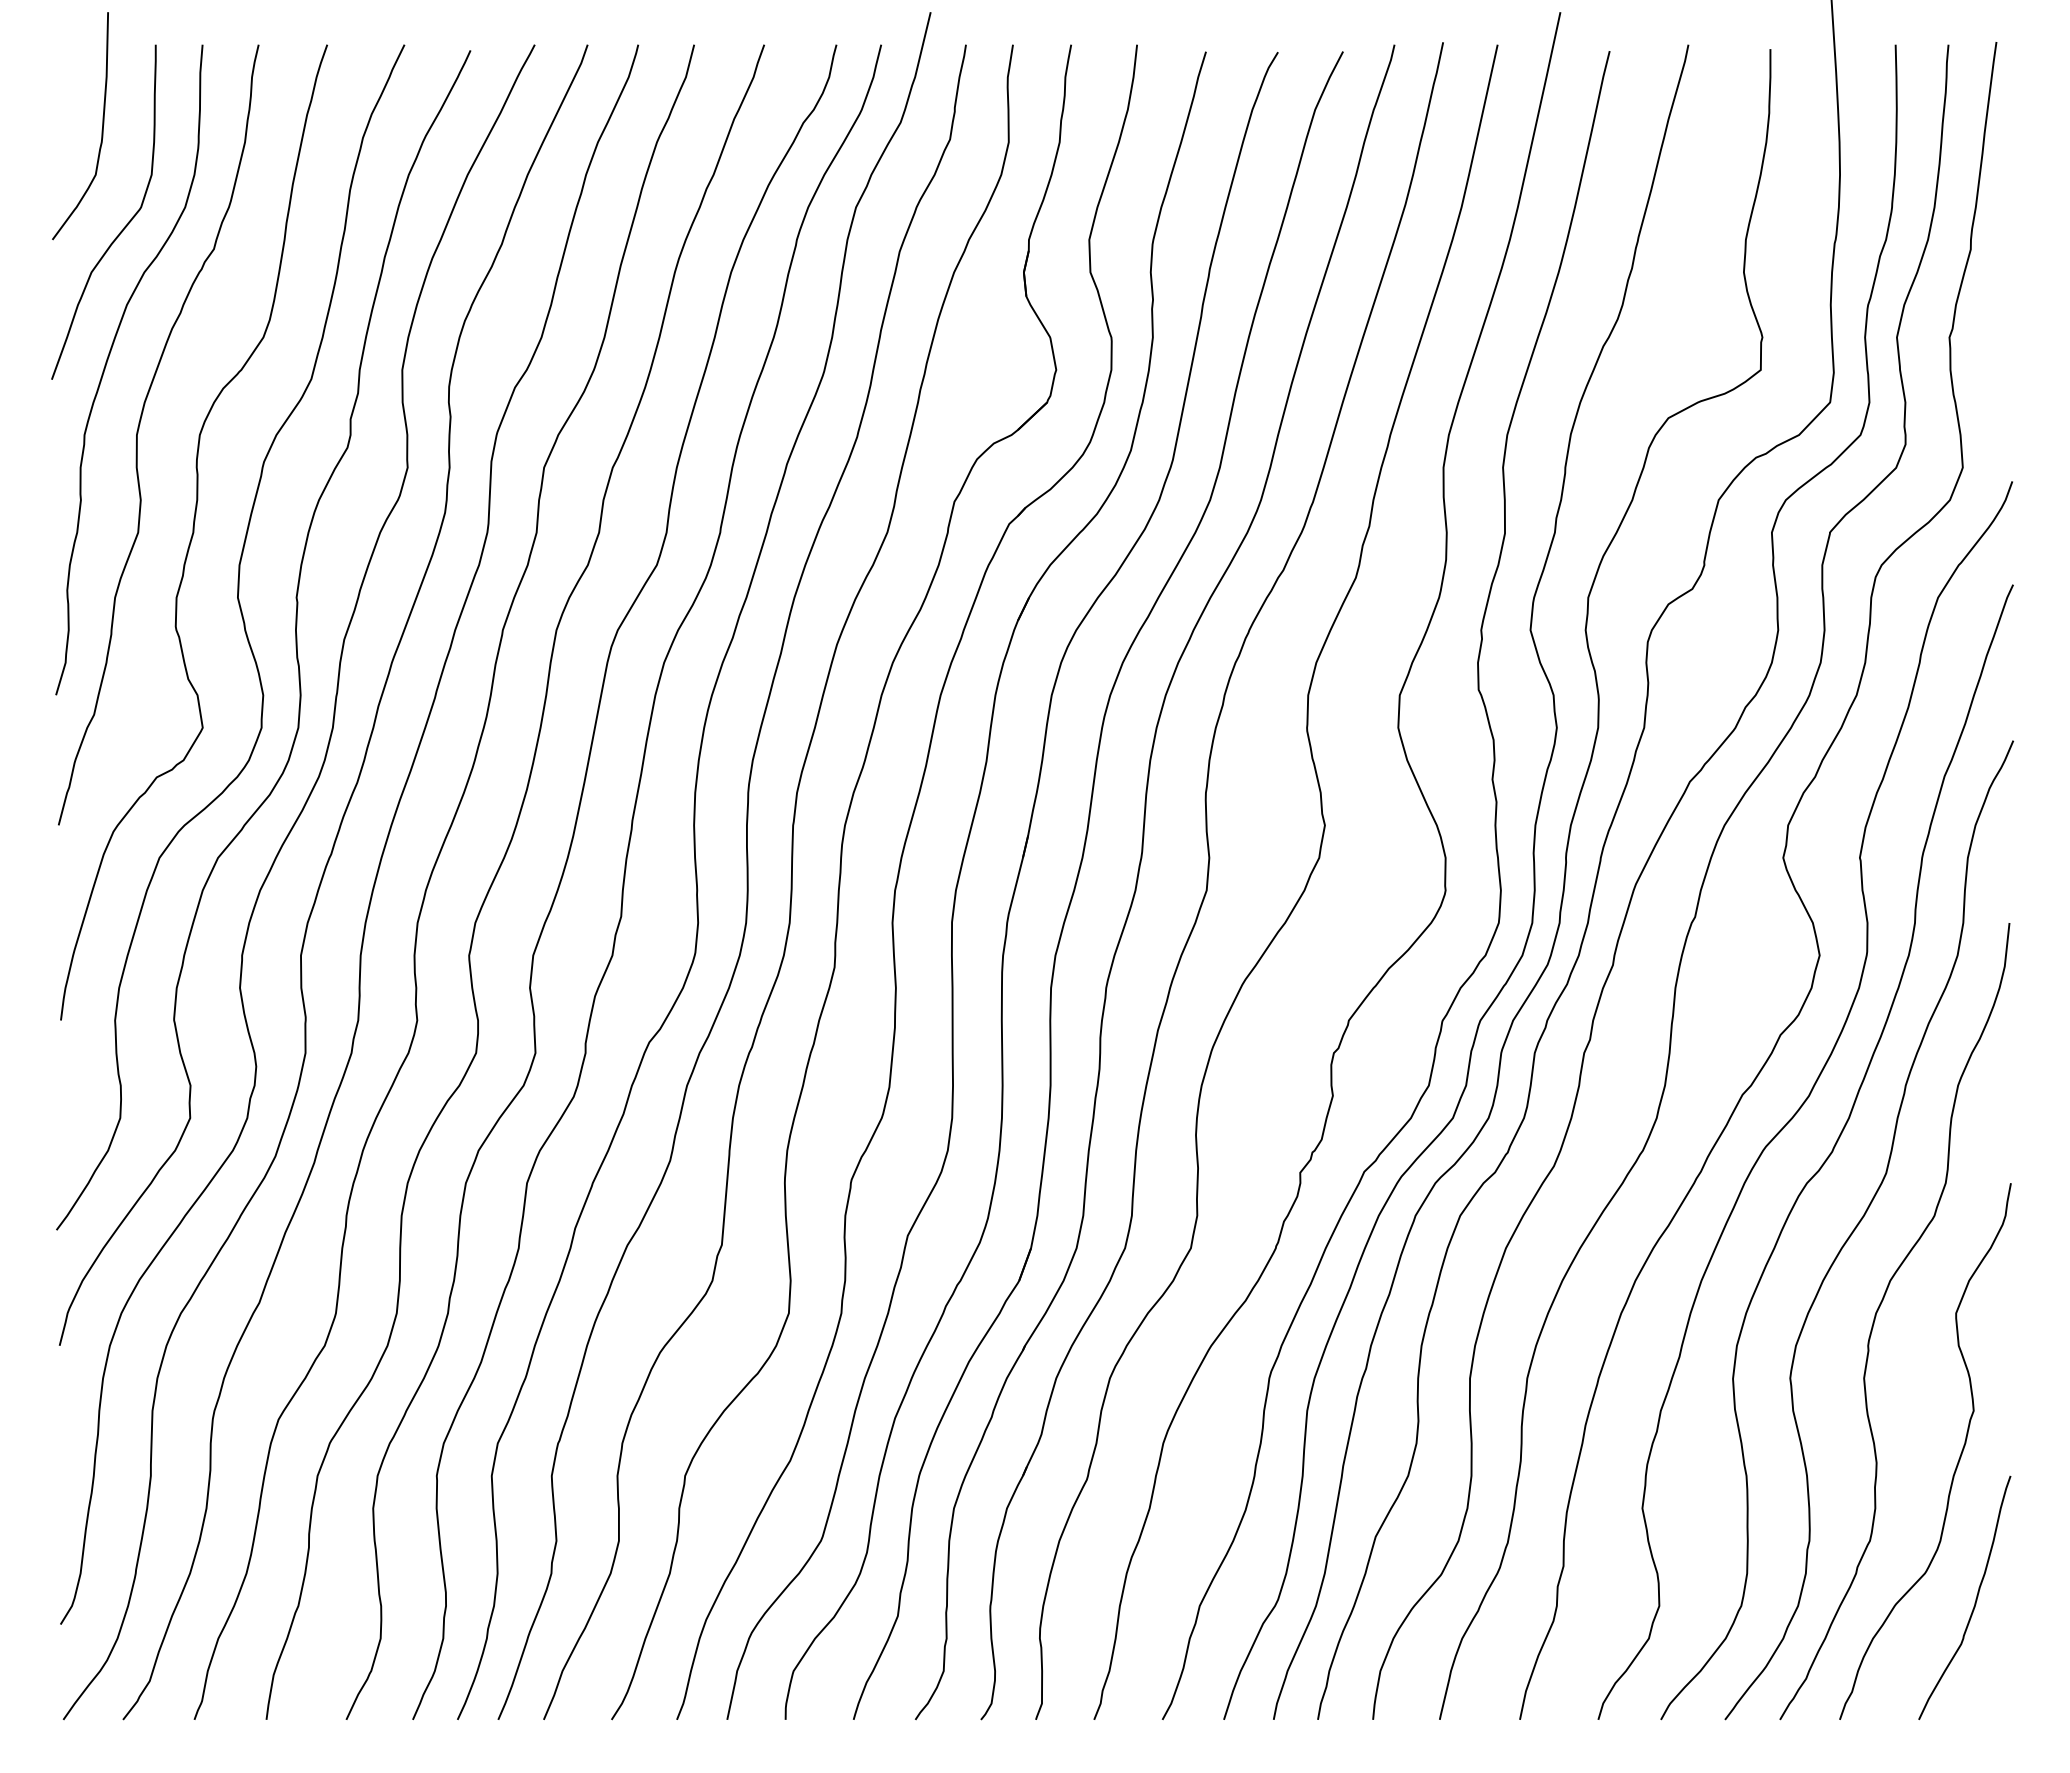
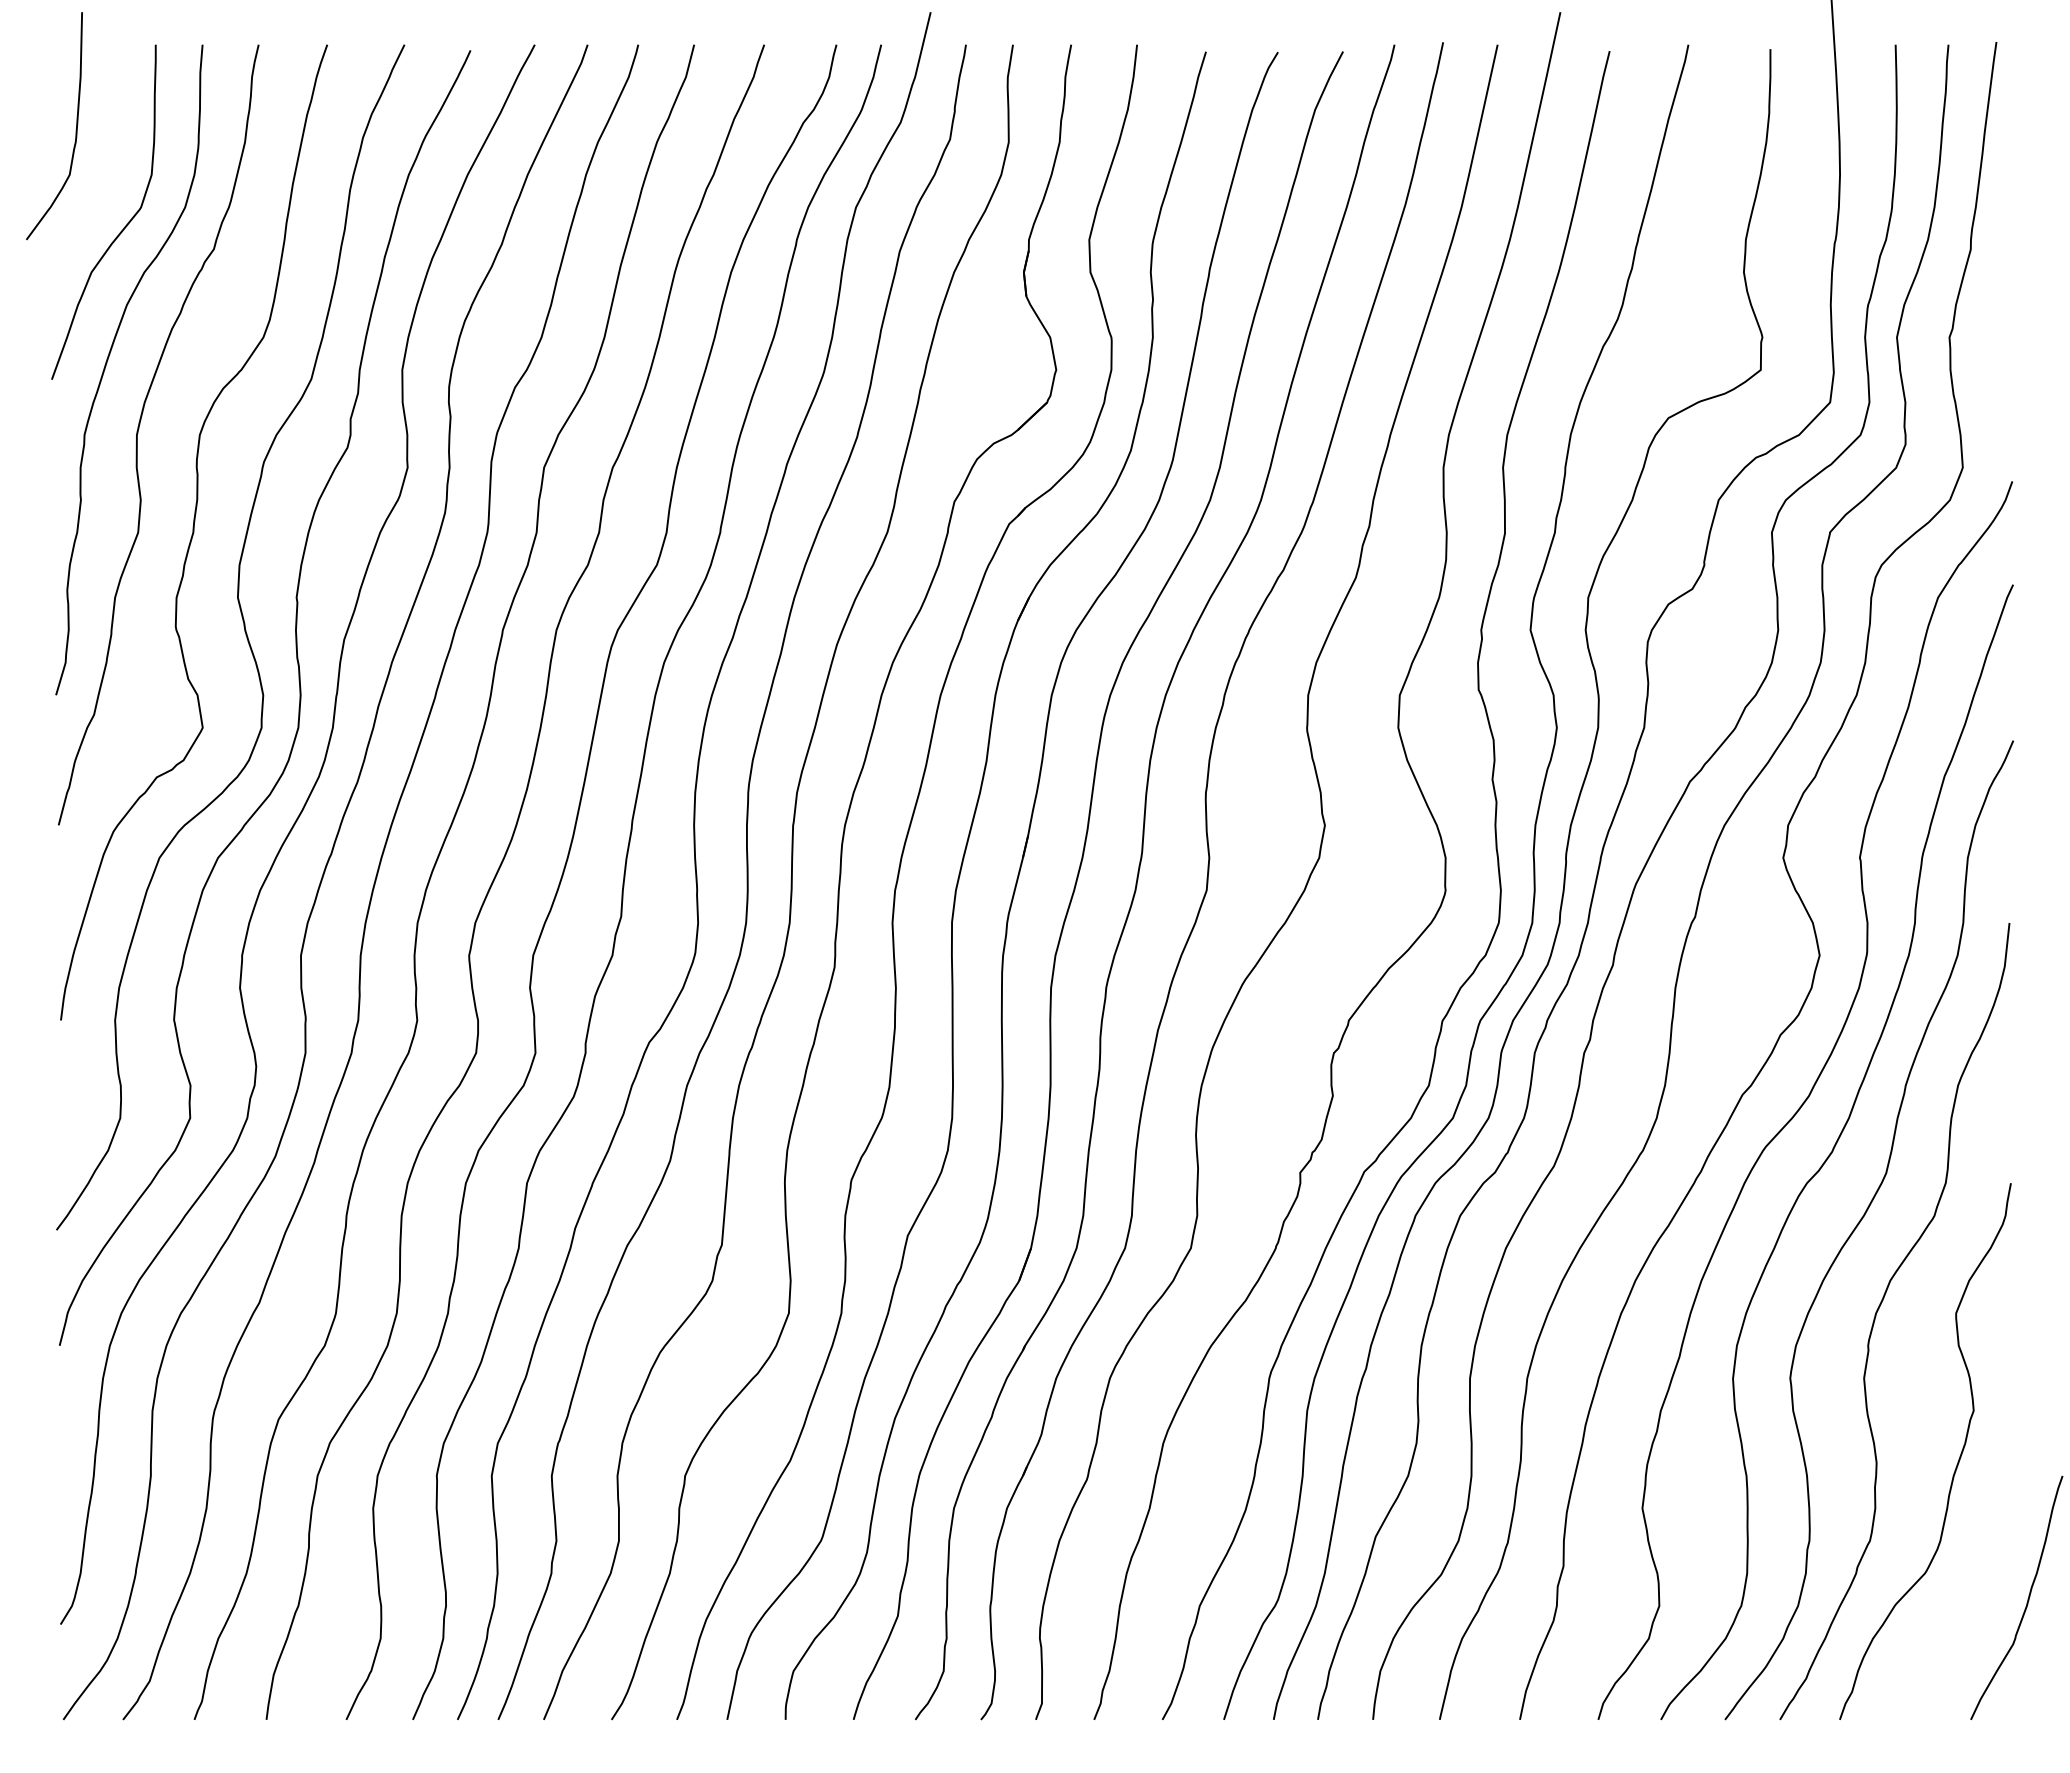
curve at (101, 129) position: (101, 129) -> (75, 129)
curve at (1975, 1598) position: (1975, 1598) -> (2027, 1598)
